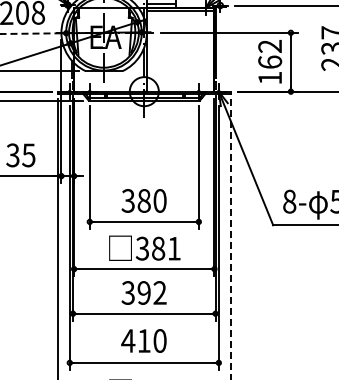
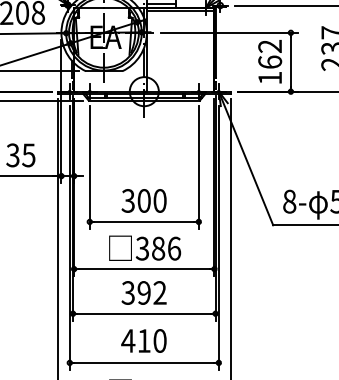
line at (31, 33): dashed -> solid
text at (143, 200): 380 -> 300
line at (230, 239): dashed -> solid
text at (174, 248): 381 -> 386
